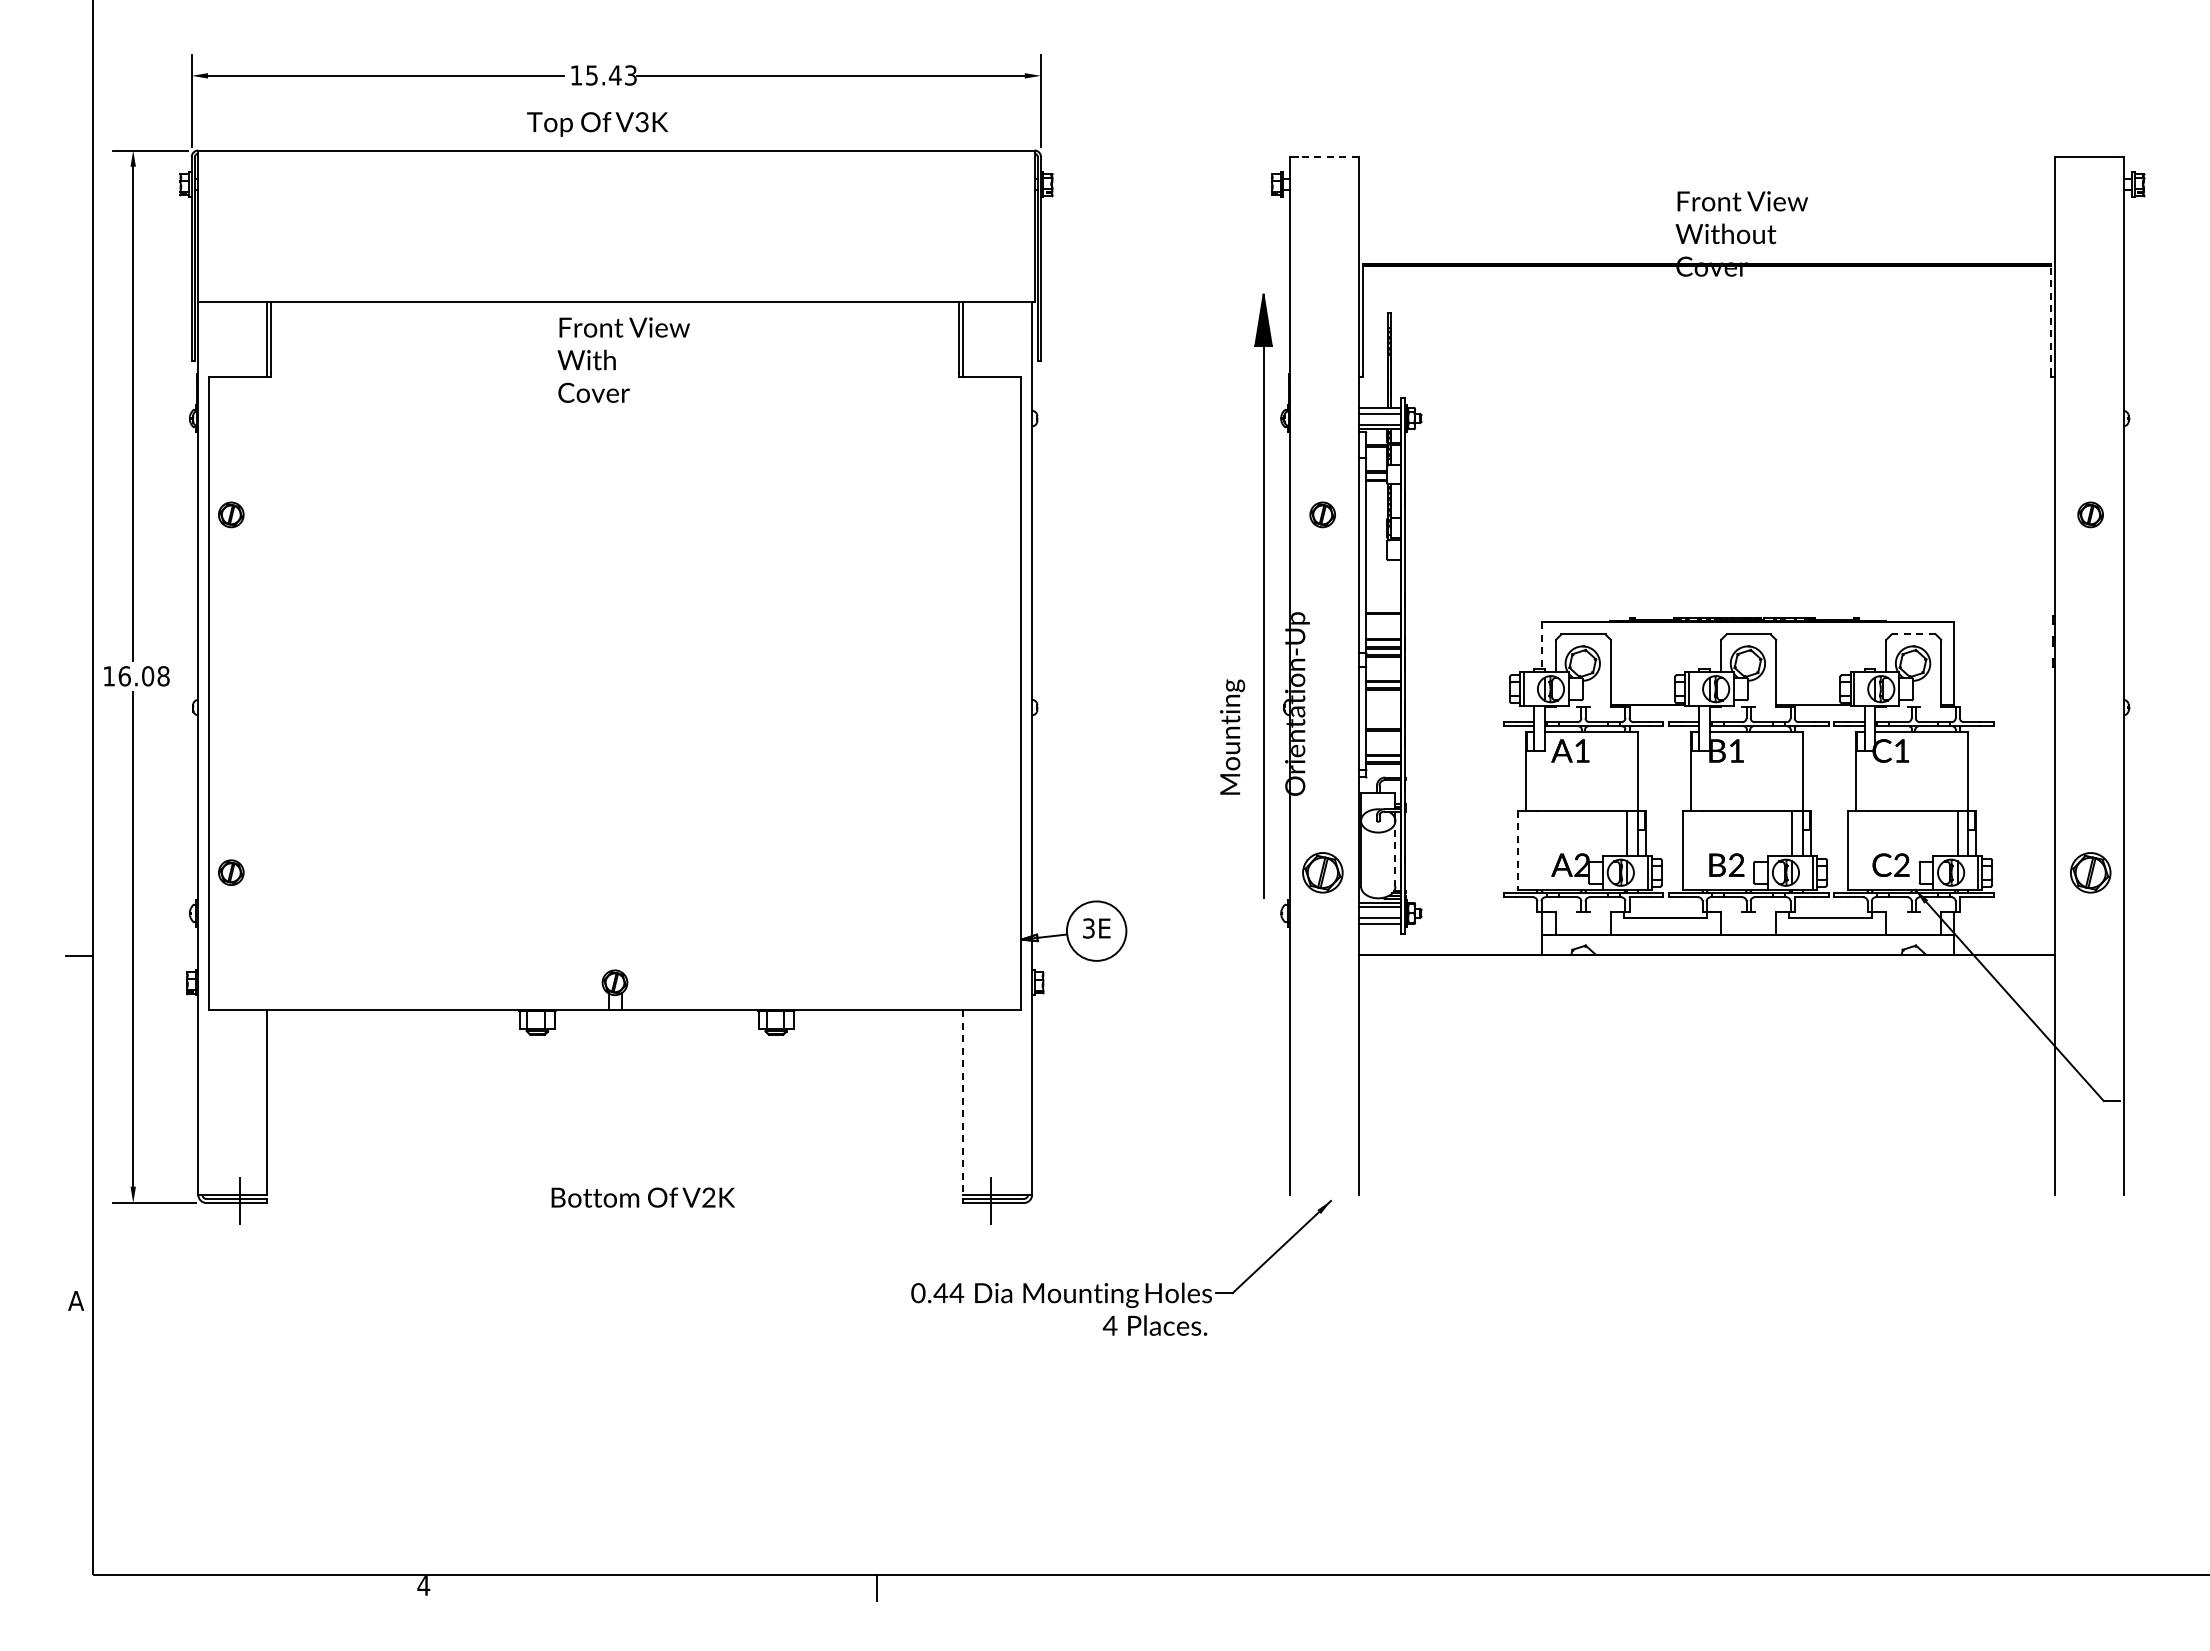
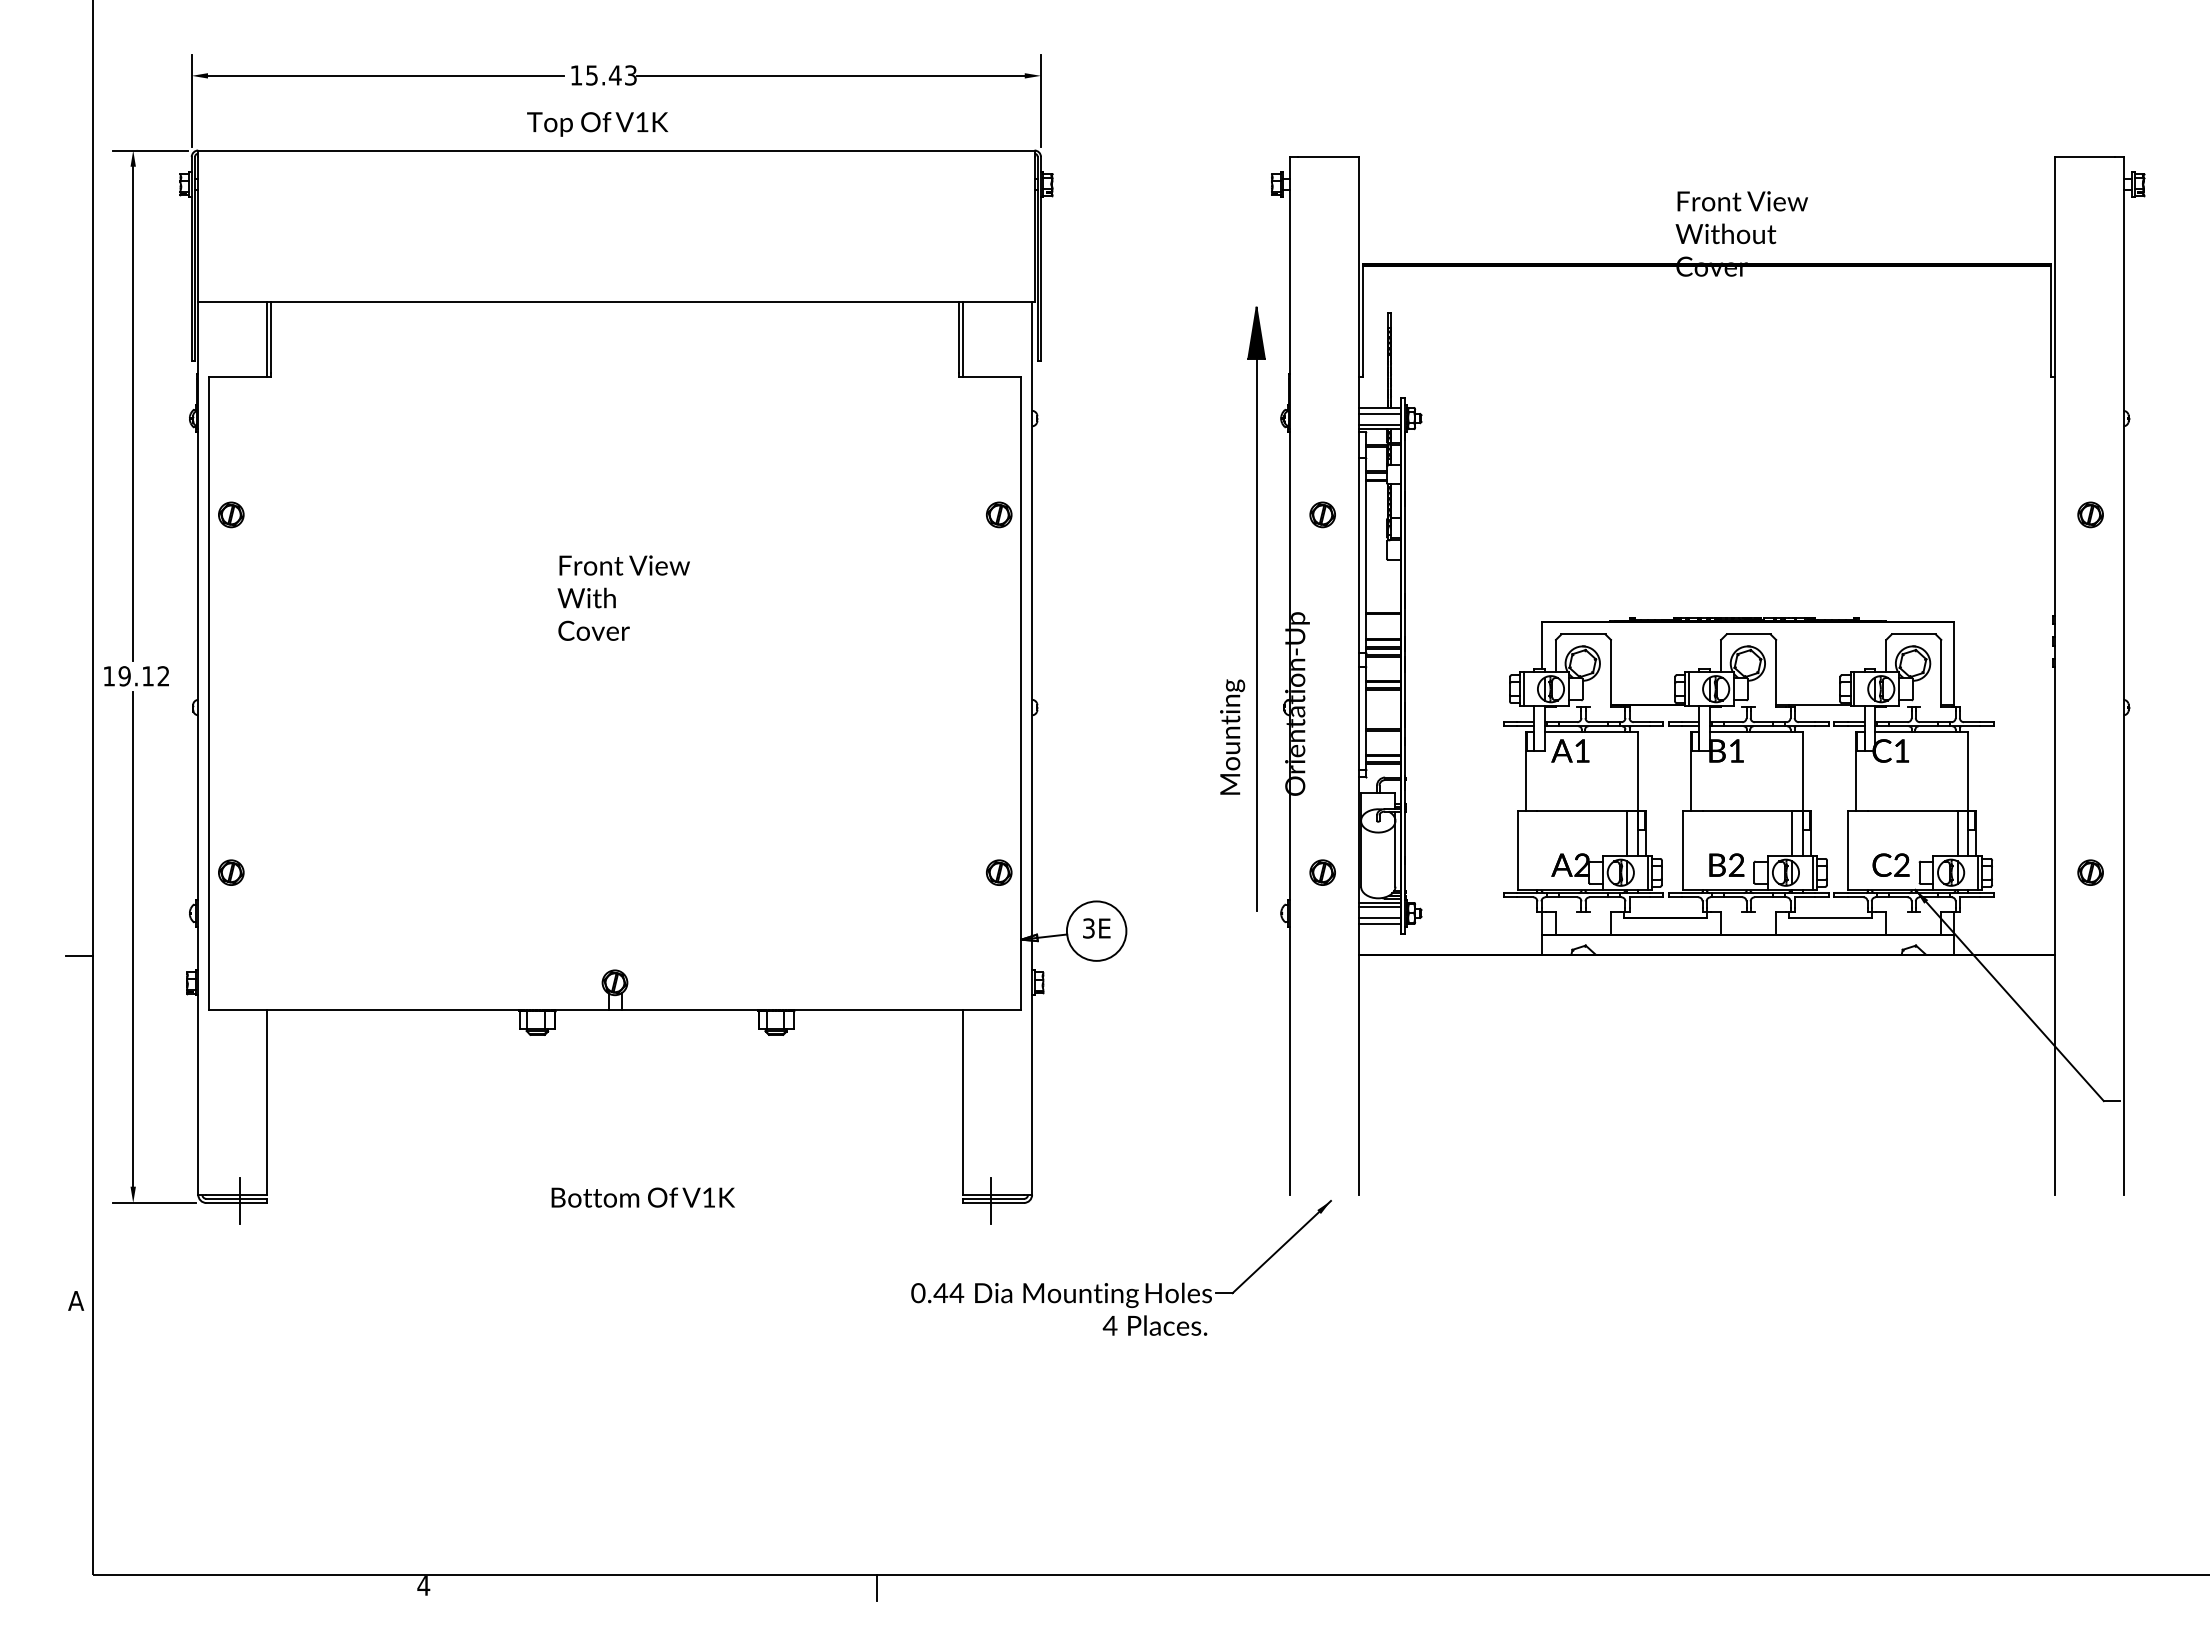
text at (641, 122): V3K -> V1K
line at (1327, 157): dashed -> solid
line at (2050, 320): dashed -> solid
text at (623, 359) position: (623, 359) -> (623, 597)
part at (999, 514): none -> present
part at (1263, 595) position: (1263, 595) -> (1256, 608)
line at (1913, 634): dashed -> solid
line at (1541, 645): dashed -> solid
text at (143, 676): 16.08 -> 19.12
line at (1517, 850): dashed -> solid
line at (1395, 853): dashed -> solid
part at (999, 872): none -> present
part at (1322, 872) size: 42x42 px -> 27x27 px
part at (2090, 872) size: 42x42 px -> 27x27 px
line at (963, 1103): dashed -> solid
text at (708, 1197): V2K -> V1K
